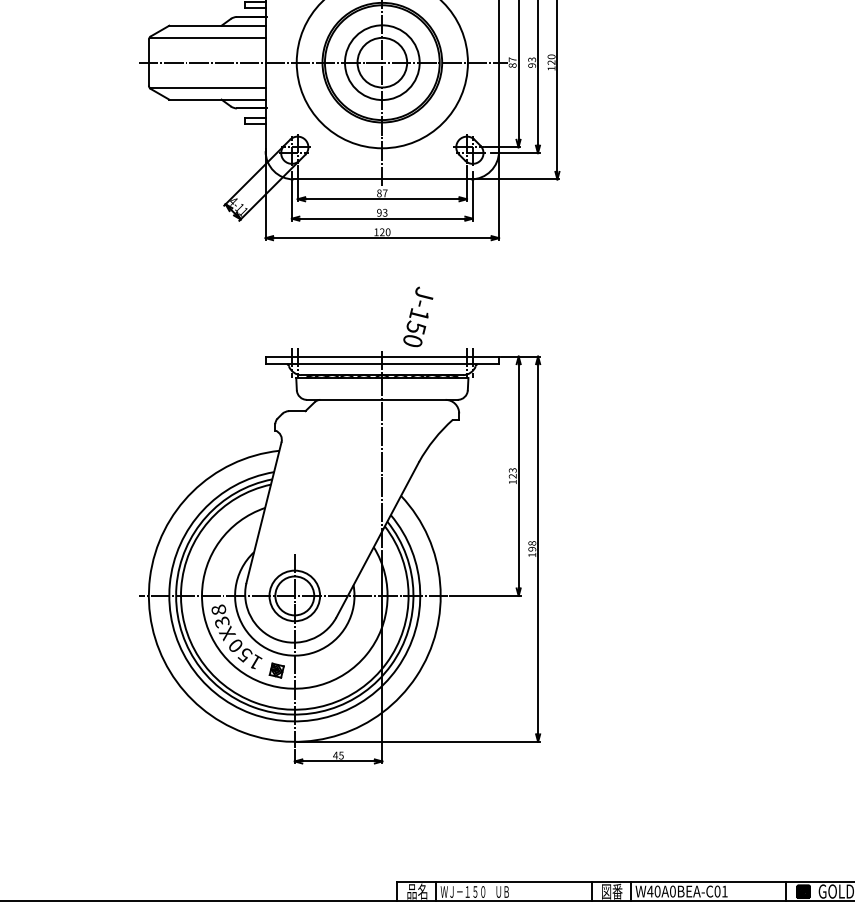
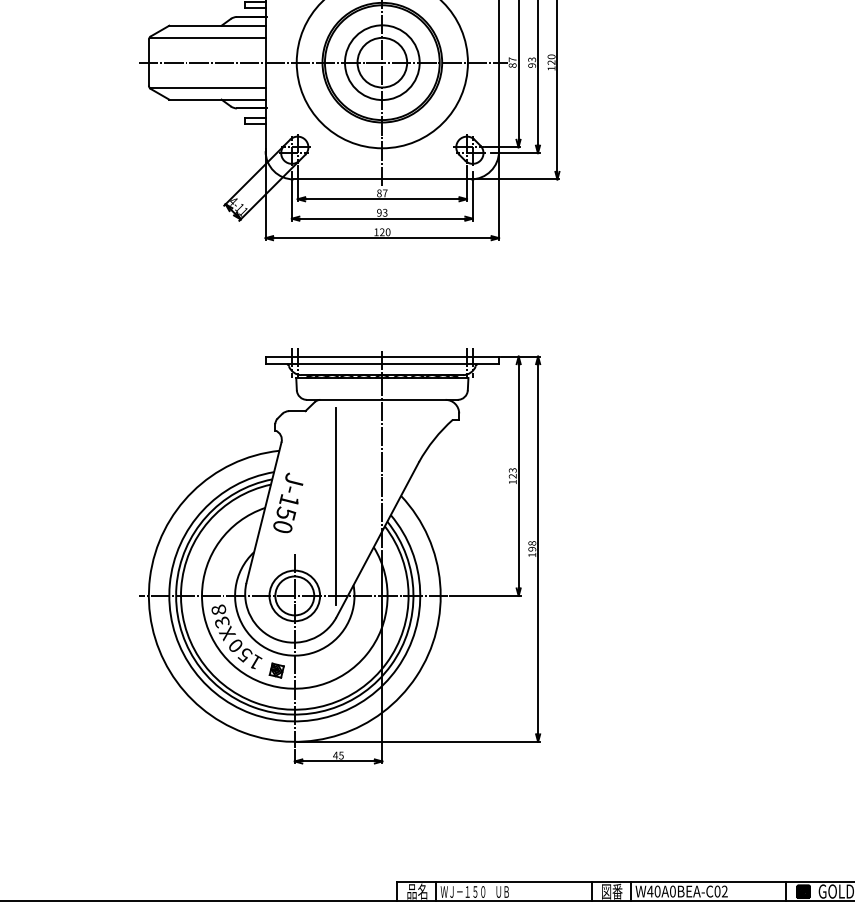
text at (418, 316) position: (418, 316) -> (288, 502)
line at (335, 506): none -> present
text at (724, 891): W40A0BEA-C01 -> W40A0BEA-C02
